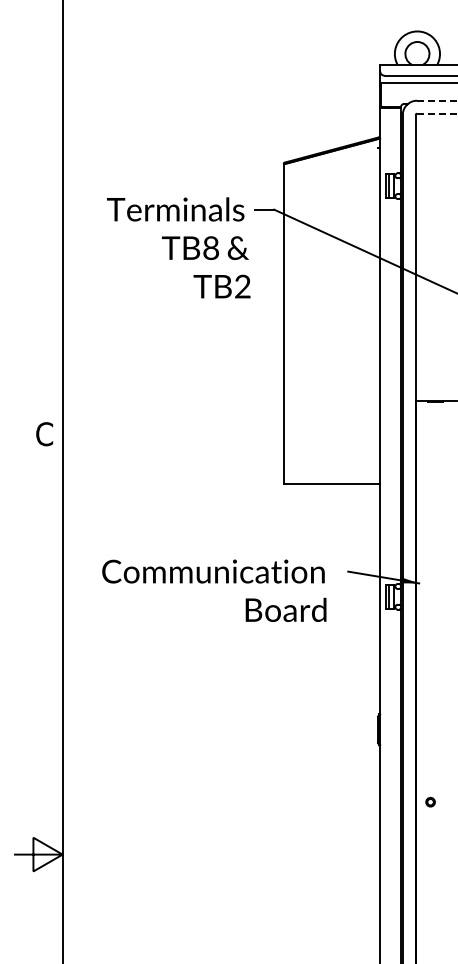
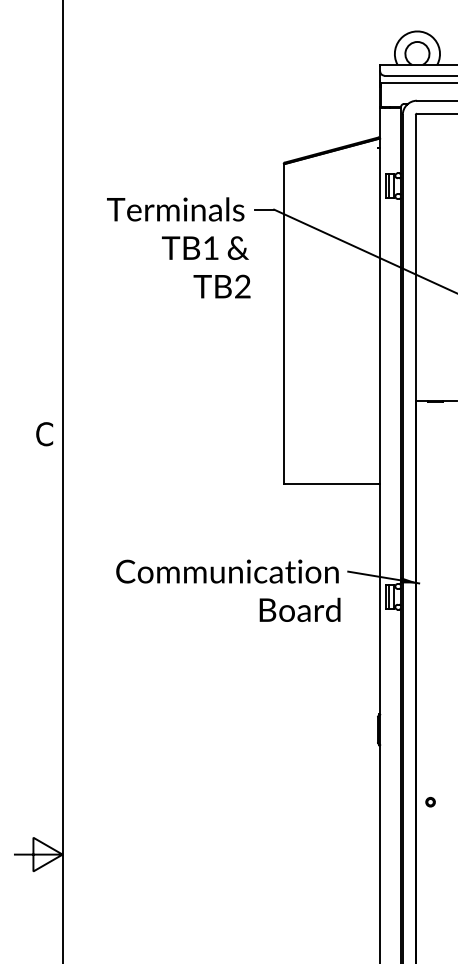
line at (437, 100): dashed -> solid
line at (437, 113): dashed -> solid
text at (211, 247): TB8 -> TB1
text at (214, 590) position: (214, 590) -> (228, 590)
